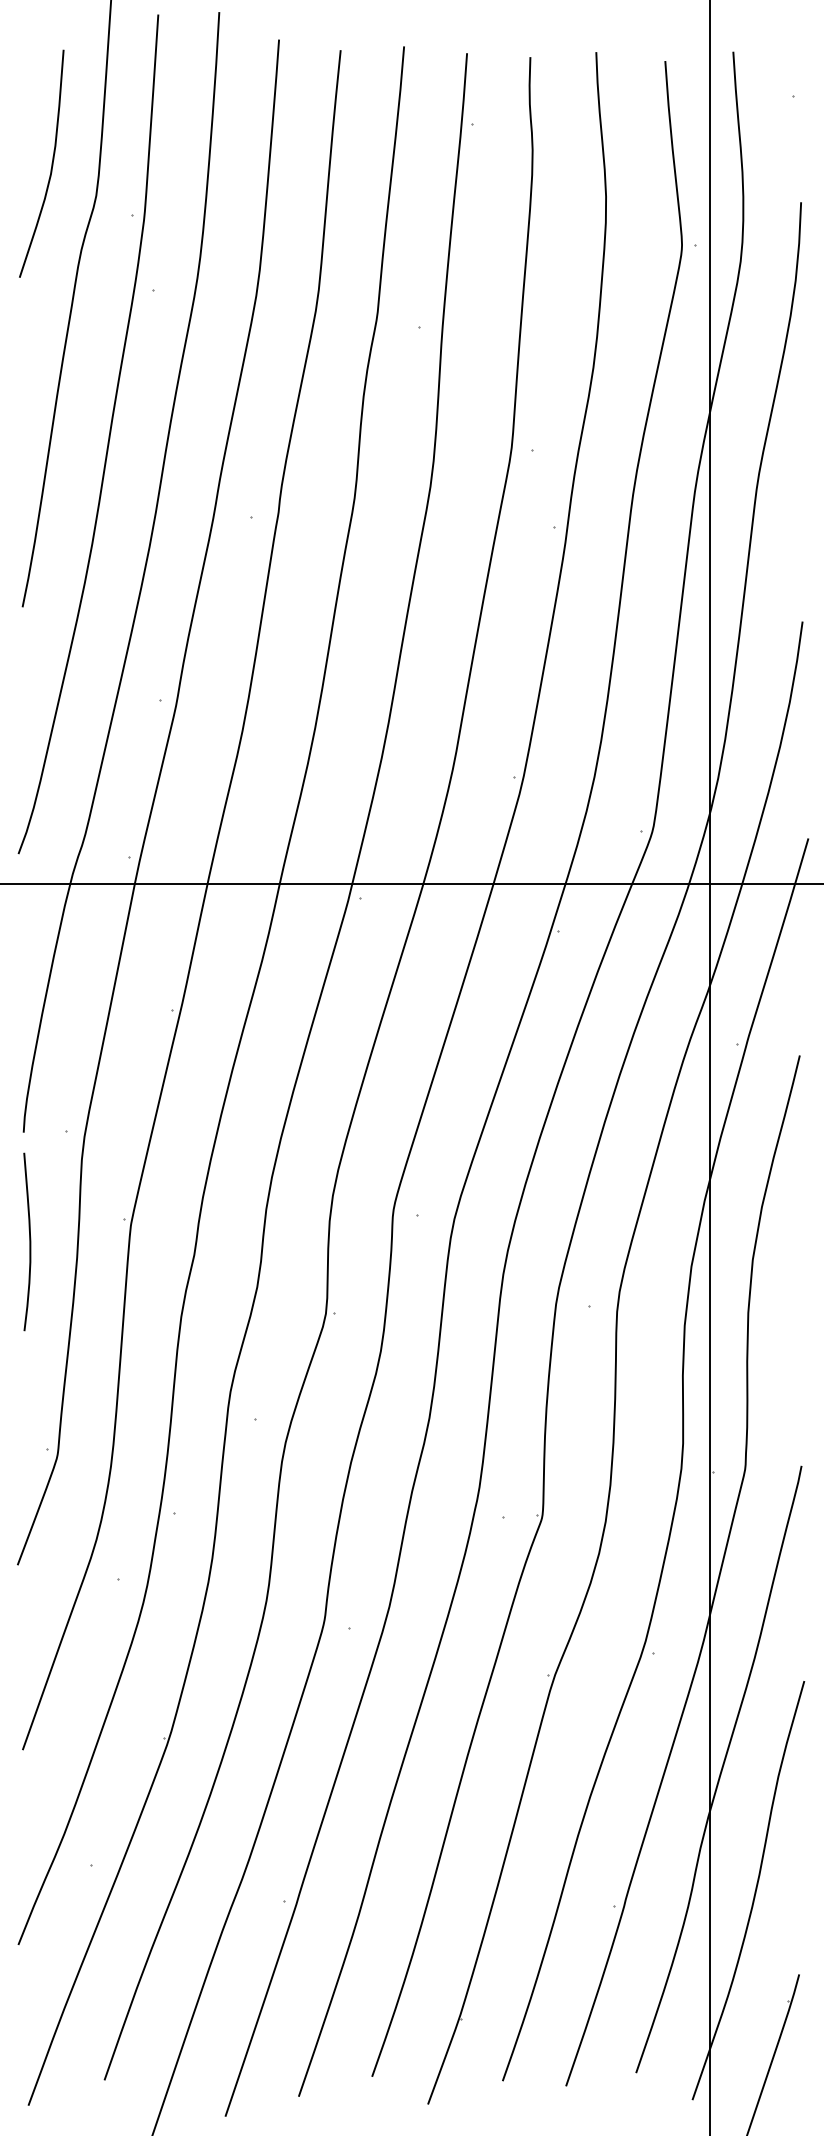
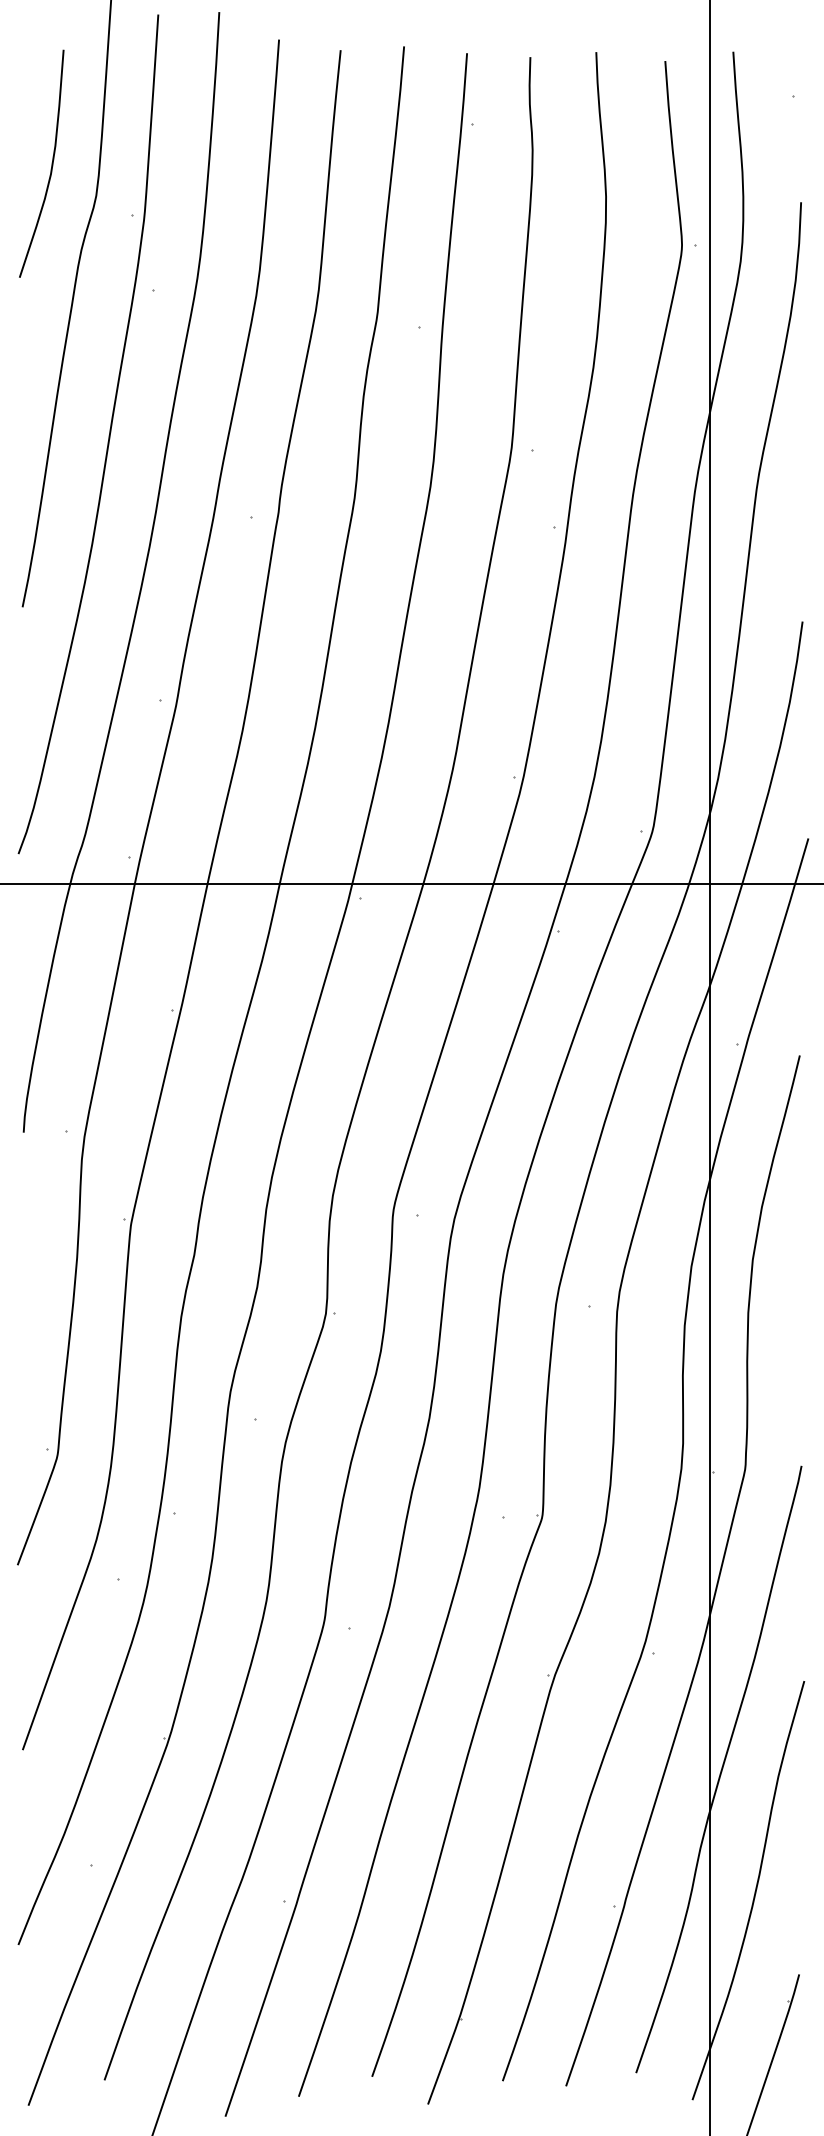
curve at (29, 1241): present -> none
